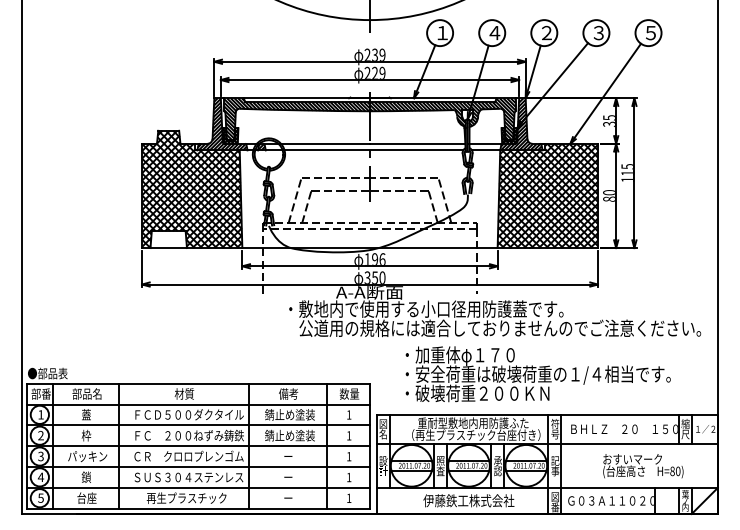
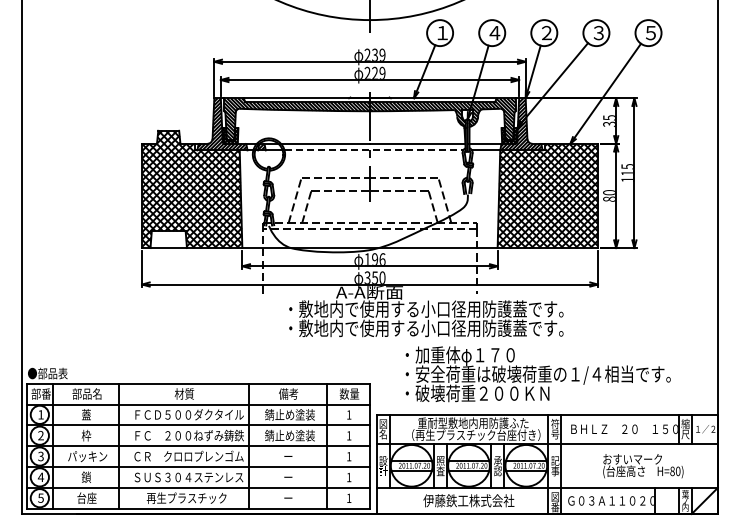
line at (374, 150): solid -> dashed
text at (495, 328): 公道用の規格には適合しておりませんのでご注意ください。 -> ・敷地内で使用する小口径用防護蓋です。
